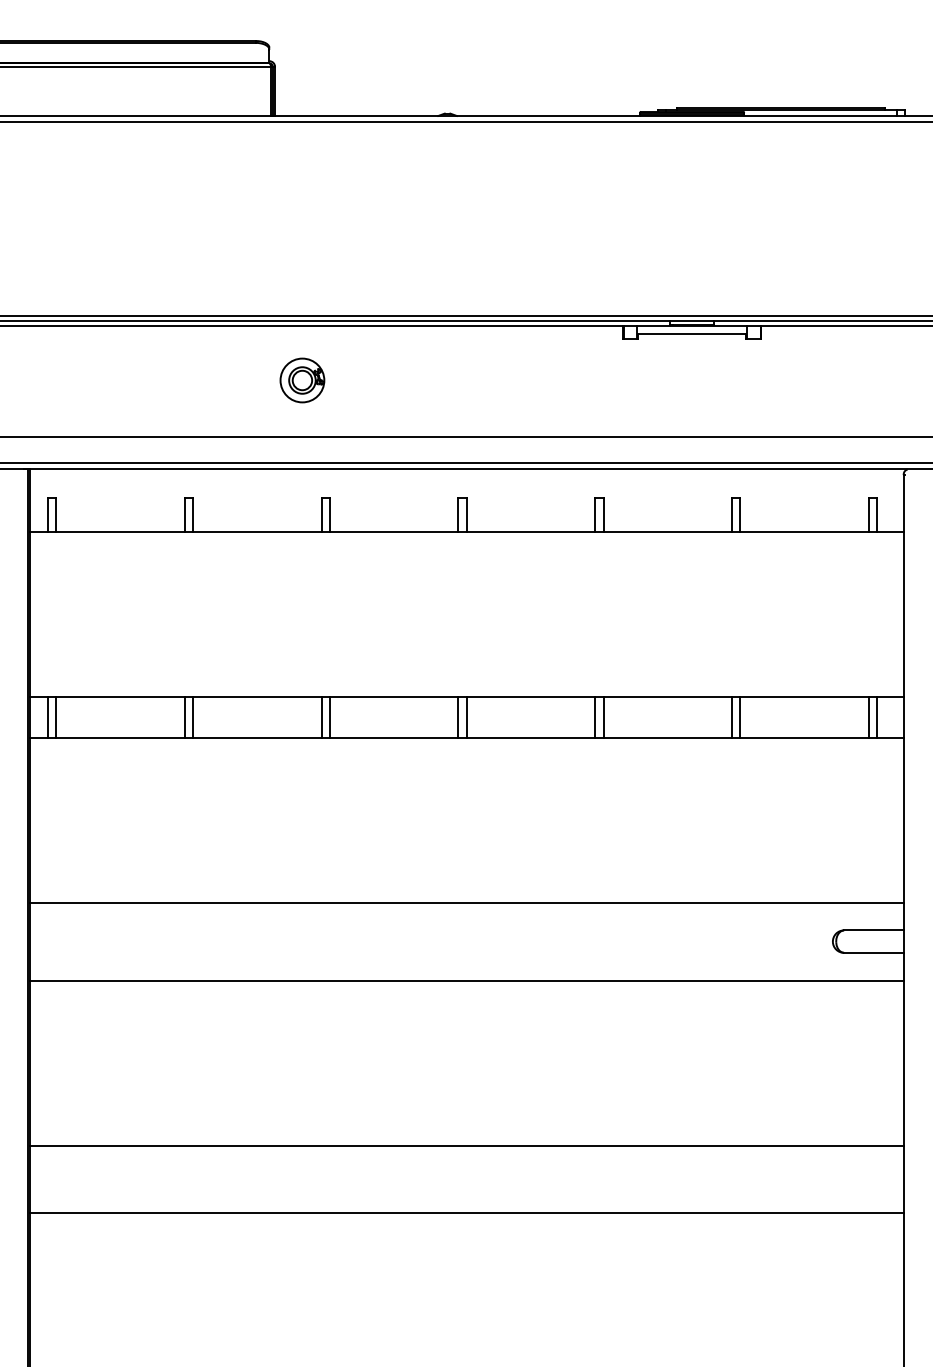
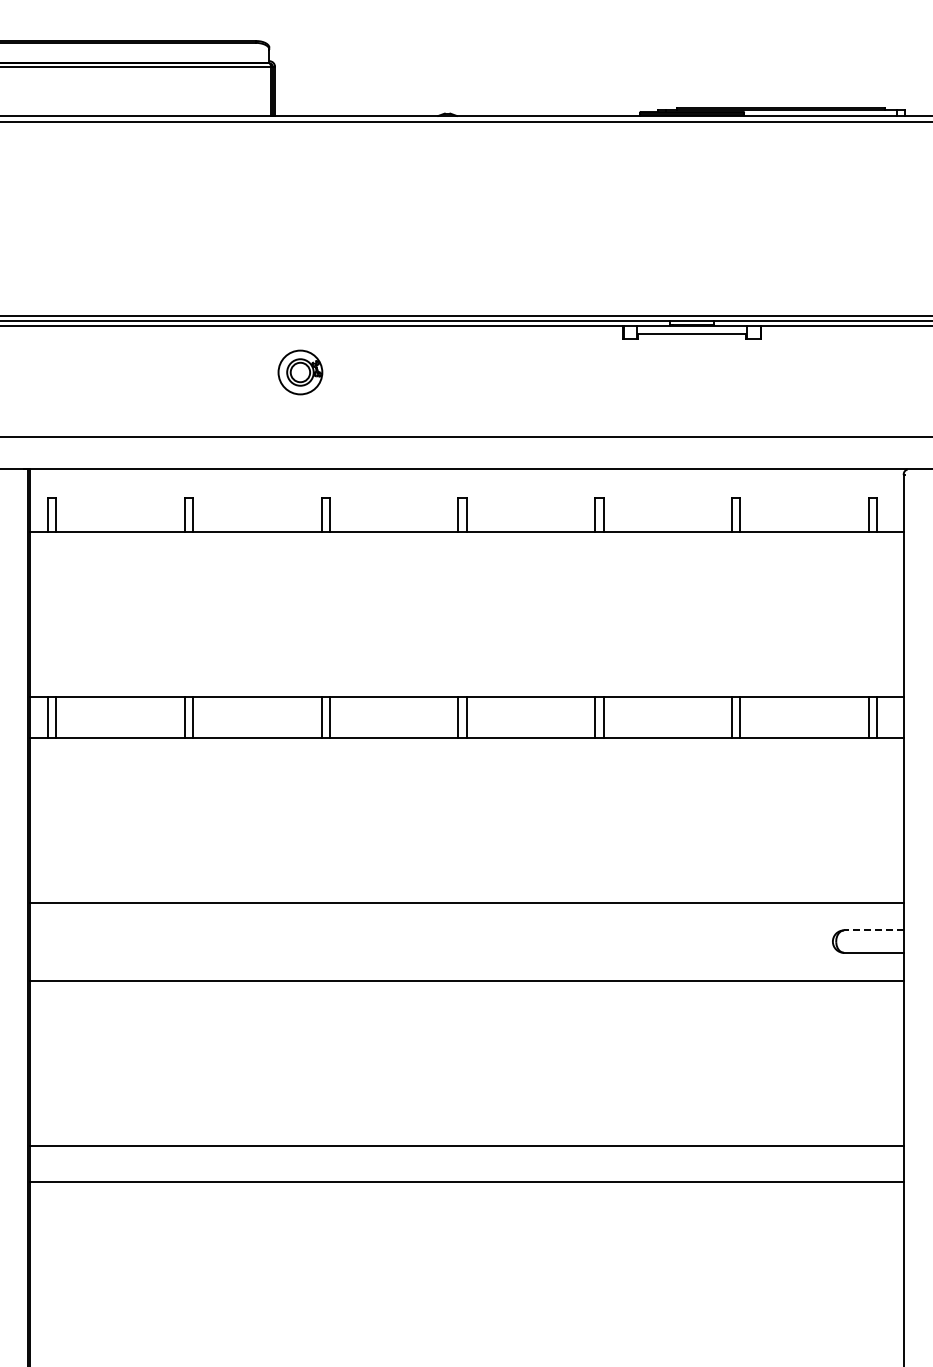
part at (302, 380) position: (302, 380) -> (300, 372)
line at (465, 462): present -> none
line at (873, 930): solid -> dashed
line at (466, 1213) position: (466, 1213) -> (466, 1182)
